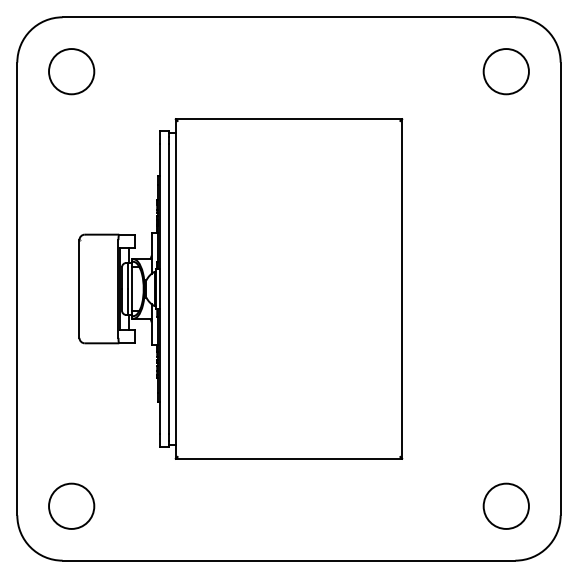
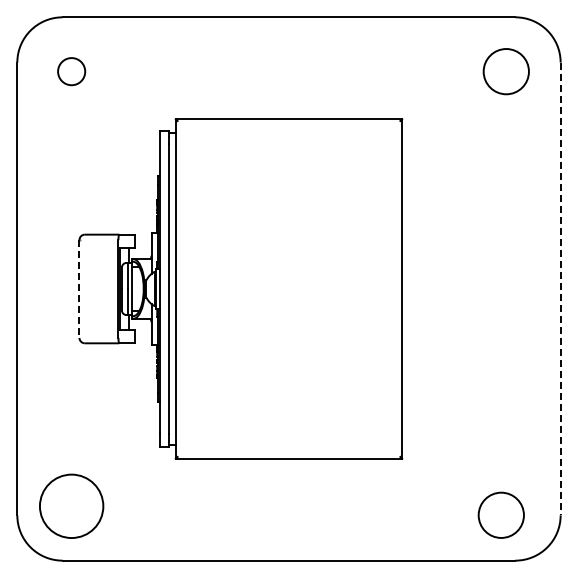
circle at (71, 71) diameter: 45 px -> 27 px
line at (79, 288): solid -> dashed
line at (560, 289): solid -> dashed
circle at (71, 505) diameter: 45 px -> 63 px
circle at (505, 505) position: (505, 505) -> (500, 514)
